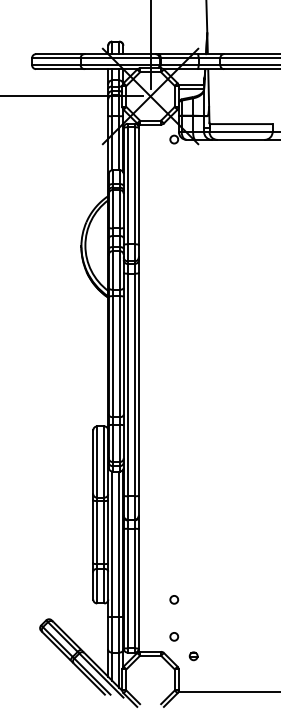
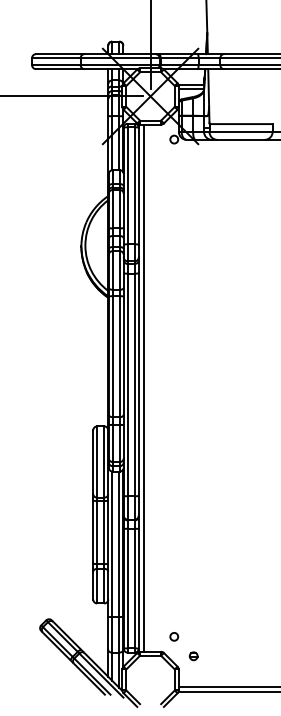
line at (143, 387): none -> present
circle at (174, 599): present -> none
line at (227, 687): none -> present
